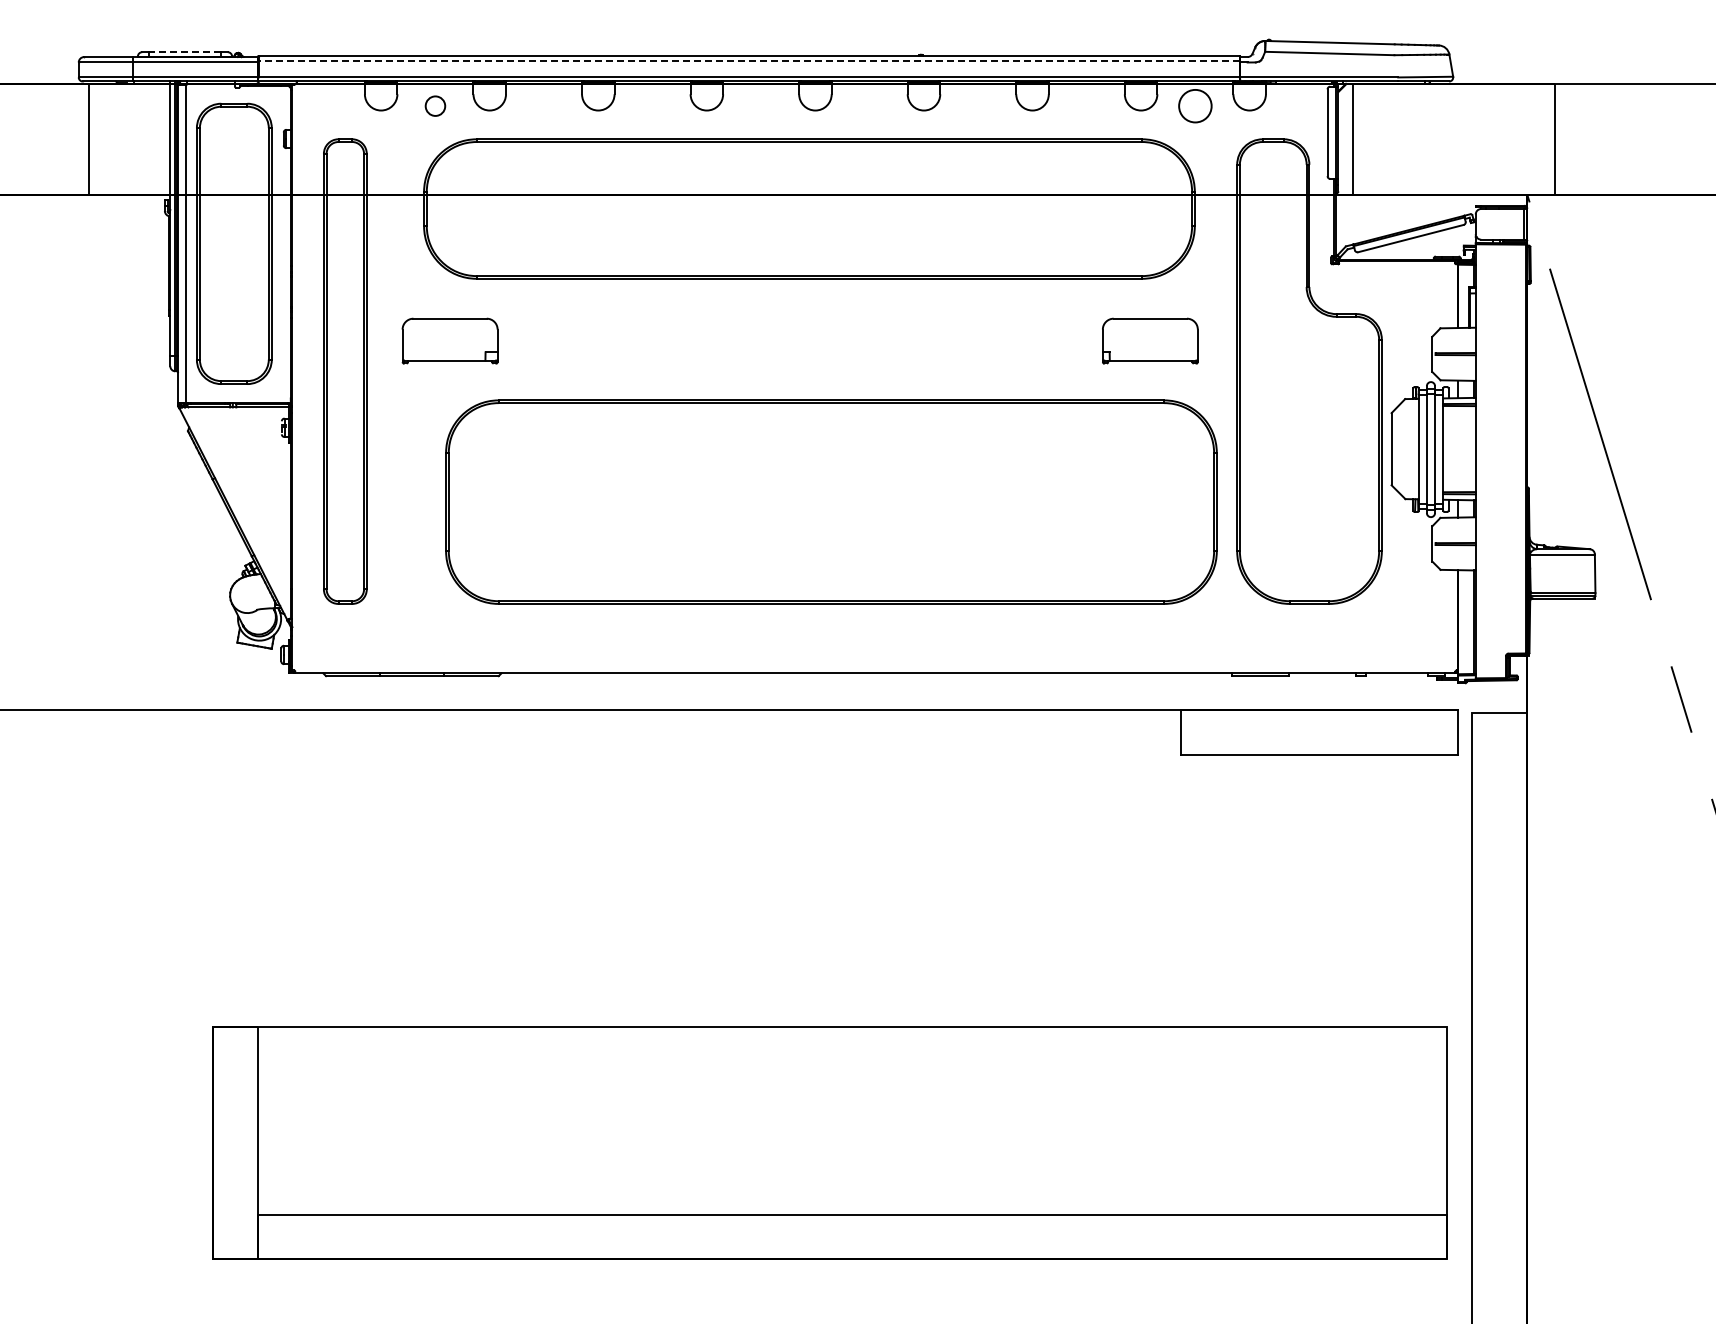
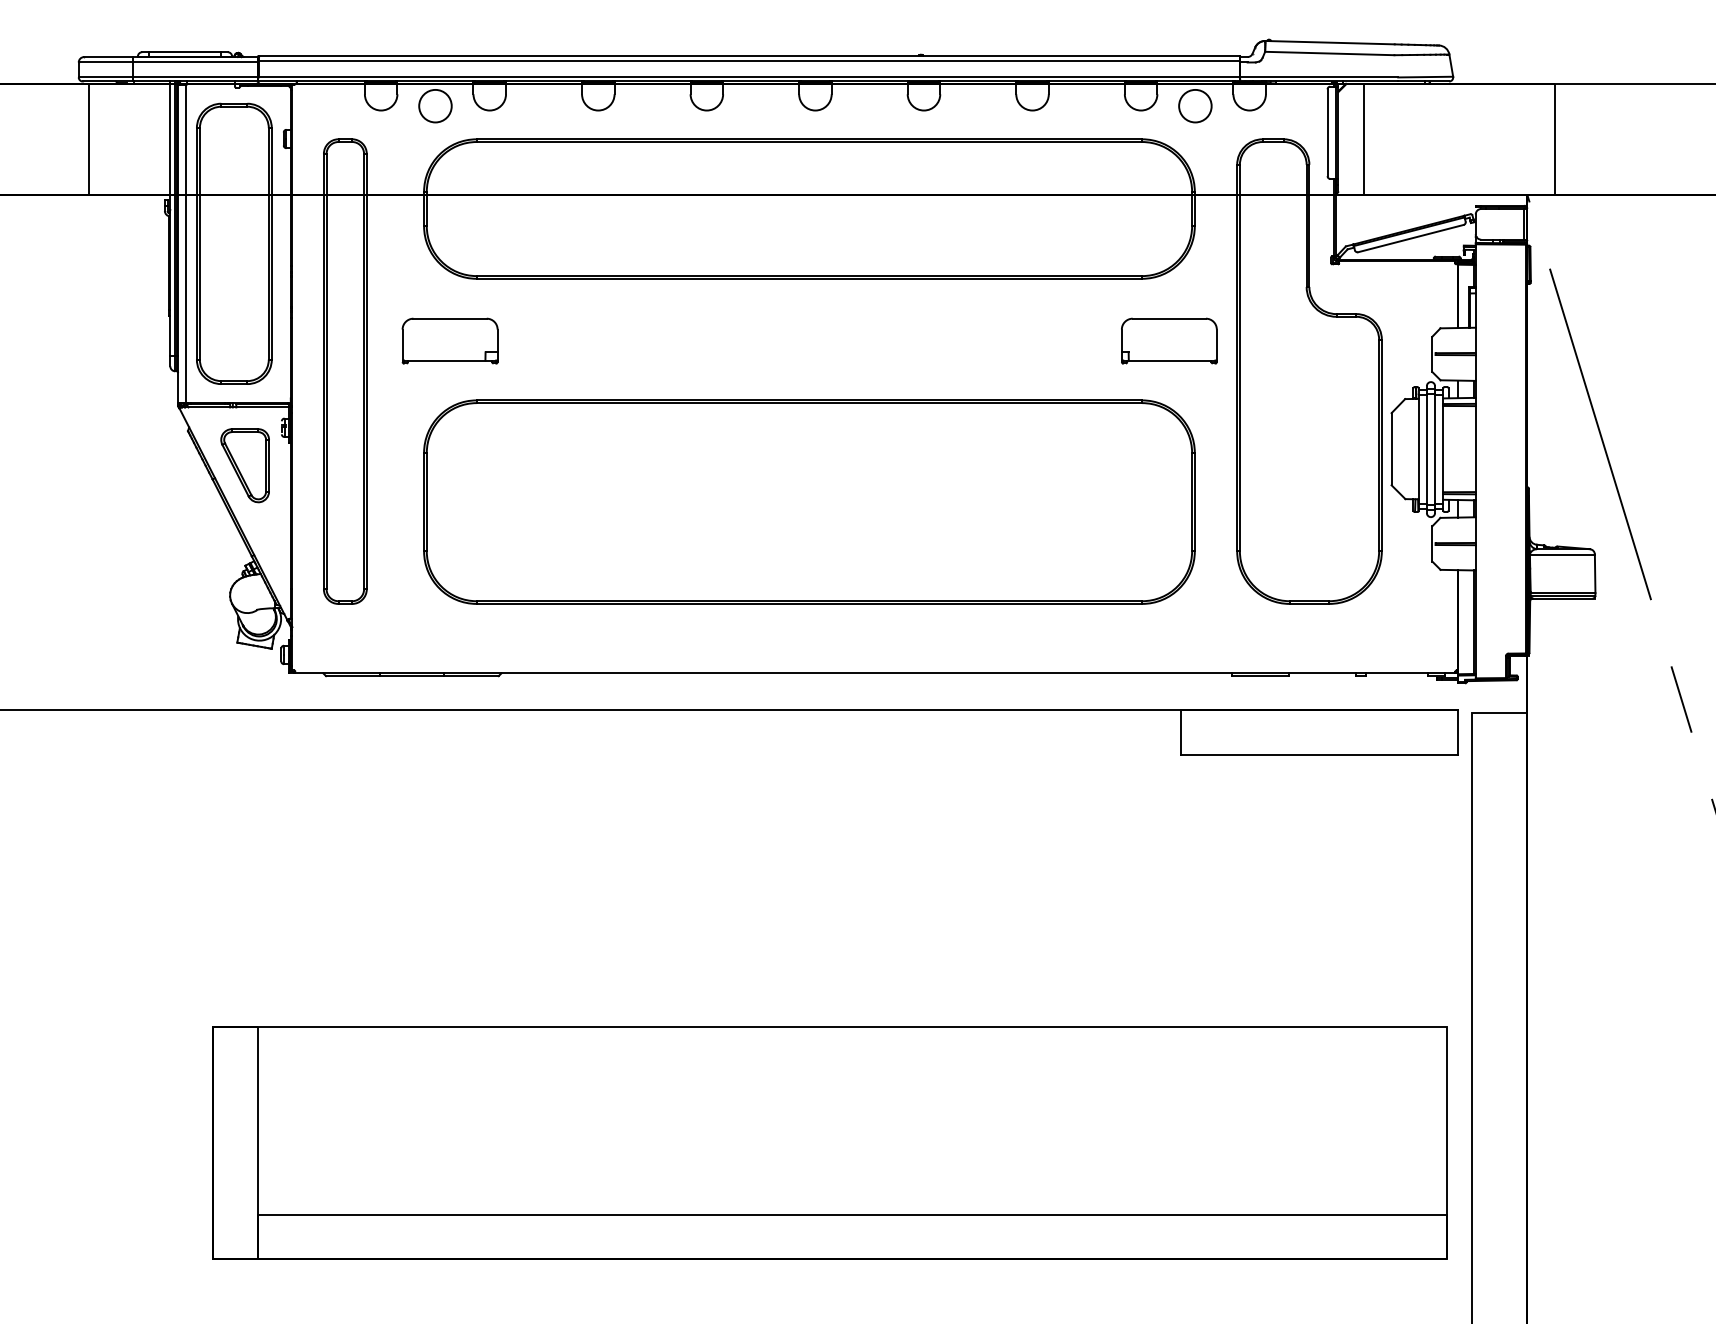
line at (184, 52): dashed -> solid
line at (748, 61): dashed -> solid
circle at (435, 105) diameter: 20 px -> 33 px
line at (1352, 138) position: (1352, 138) -> (1363, 138)
part at (1150, 340) position: (1150, 340) -> (1169, 340)
part at (244, 465): none -> present
part at (831, 501) position: (831, 501) -> (809, 501)
